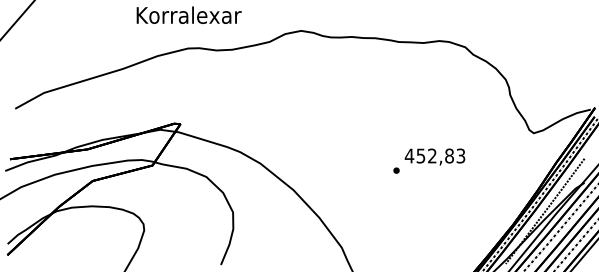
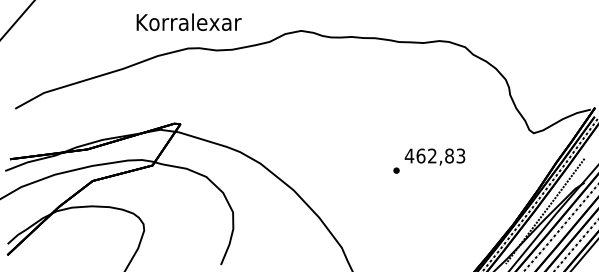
text at (188, 14) position: (188, 14) -> (188, 21)
text at (420, 155): 452,83 -> 462,83
